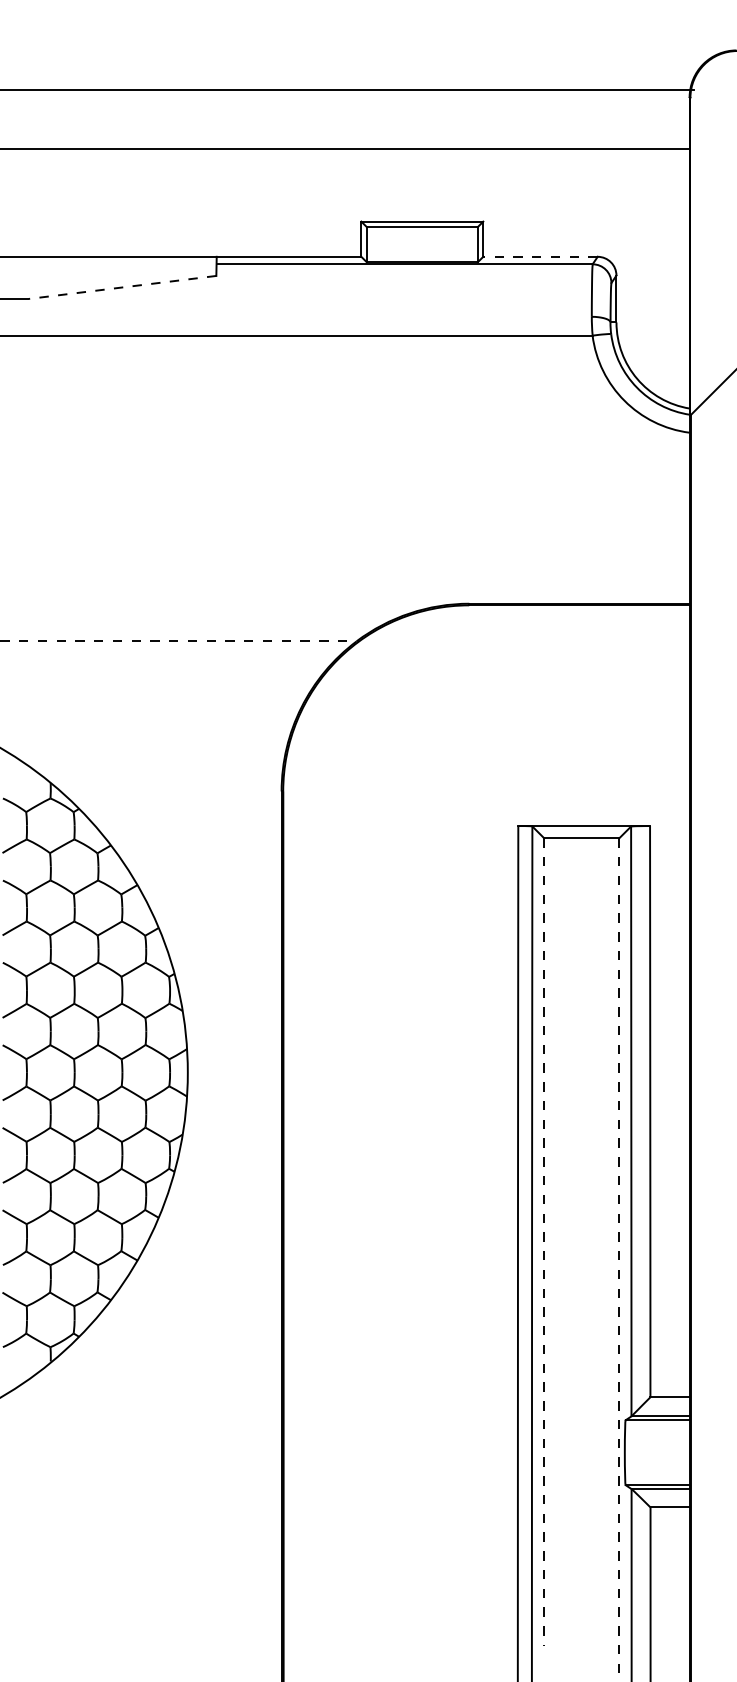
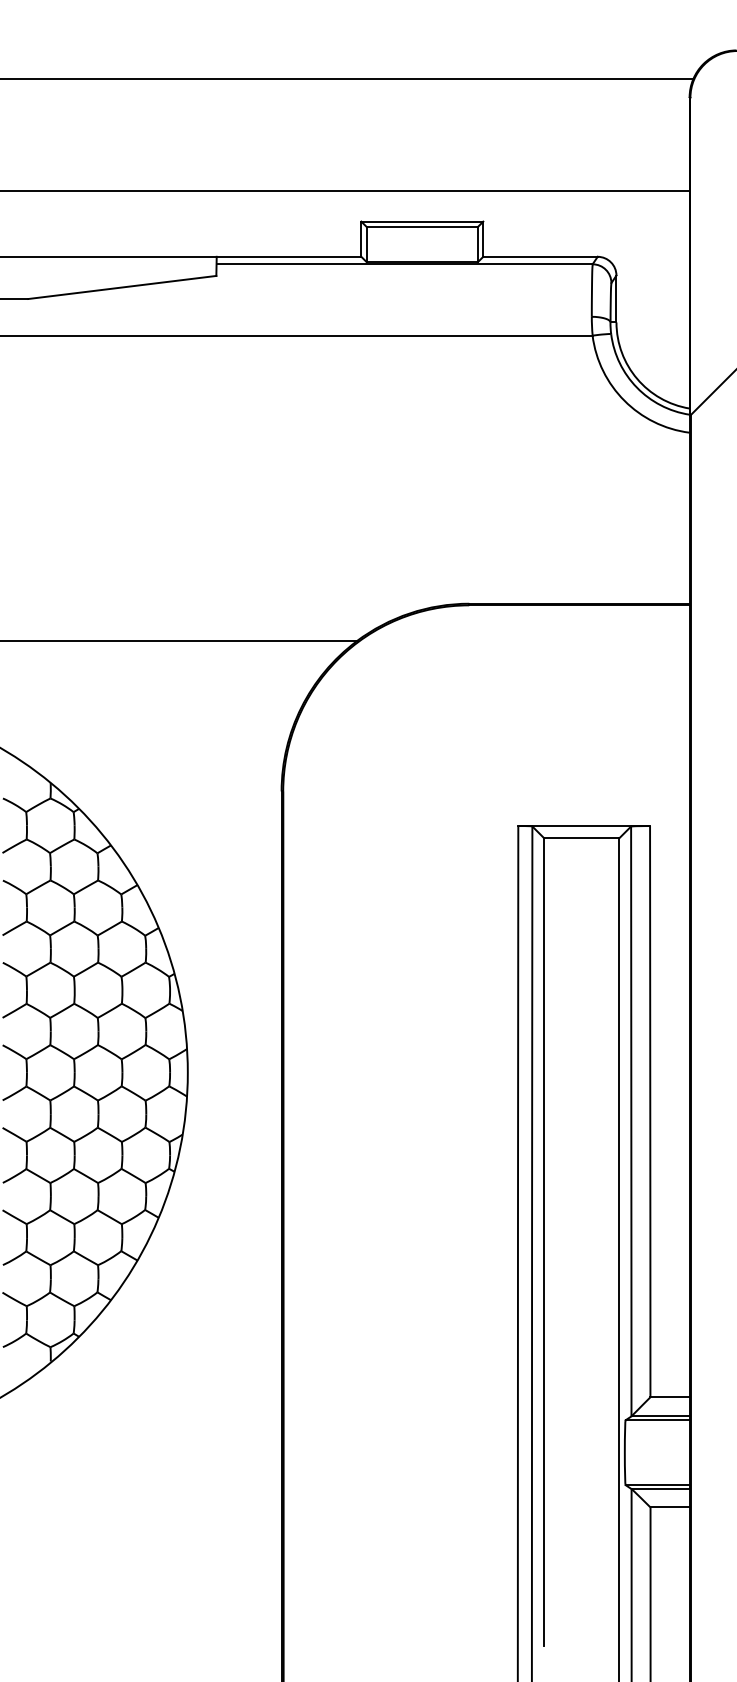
line at (347, 89) position: (347, 89) -> (347, 78)
line at (345, 149) position: (345, 149) -> (345, 191)
line at (540, 256): dashed -> solid
line at (122, 287): dashed -> solid
line at (178, 641): dashed -> solid
line at (544, 1242): dashed -> solid
line at (619, 1259): dashed -> solid
